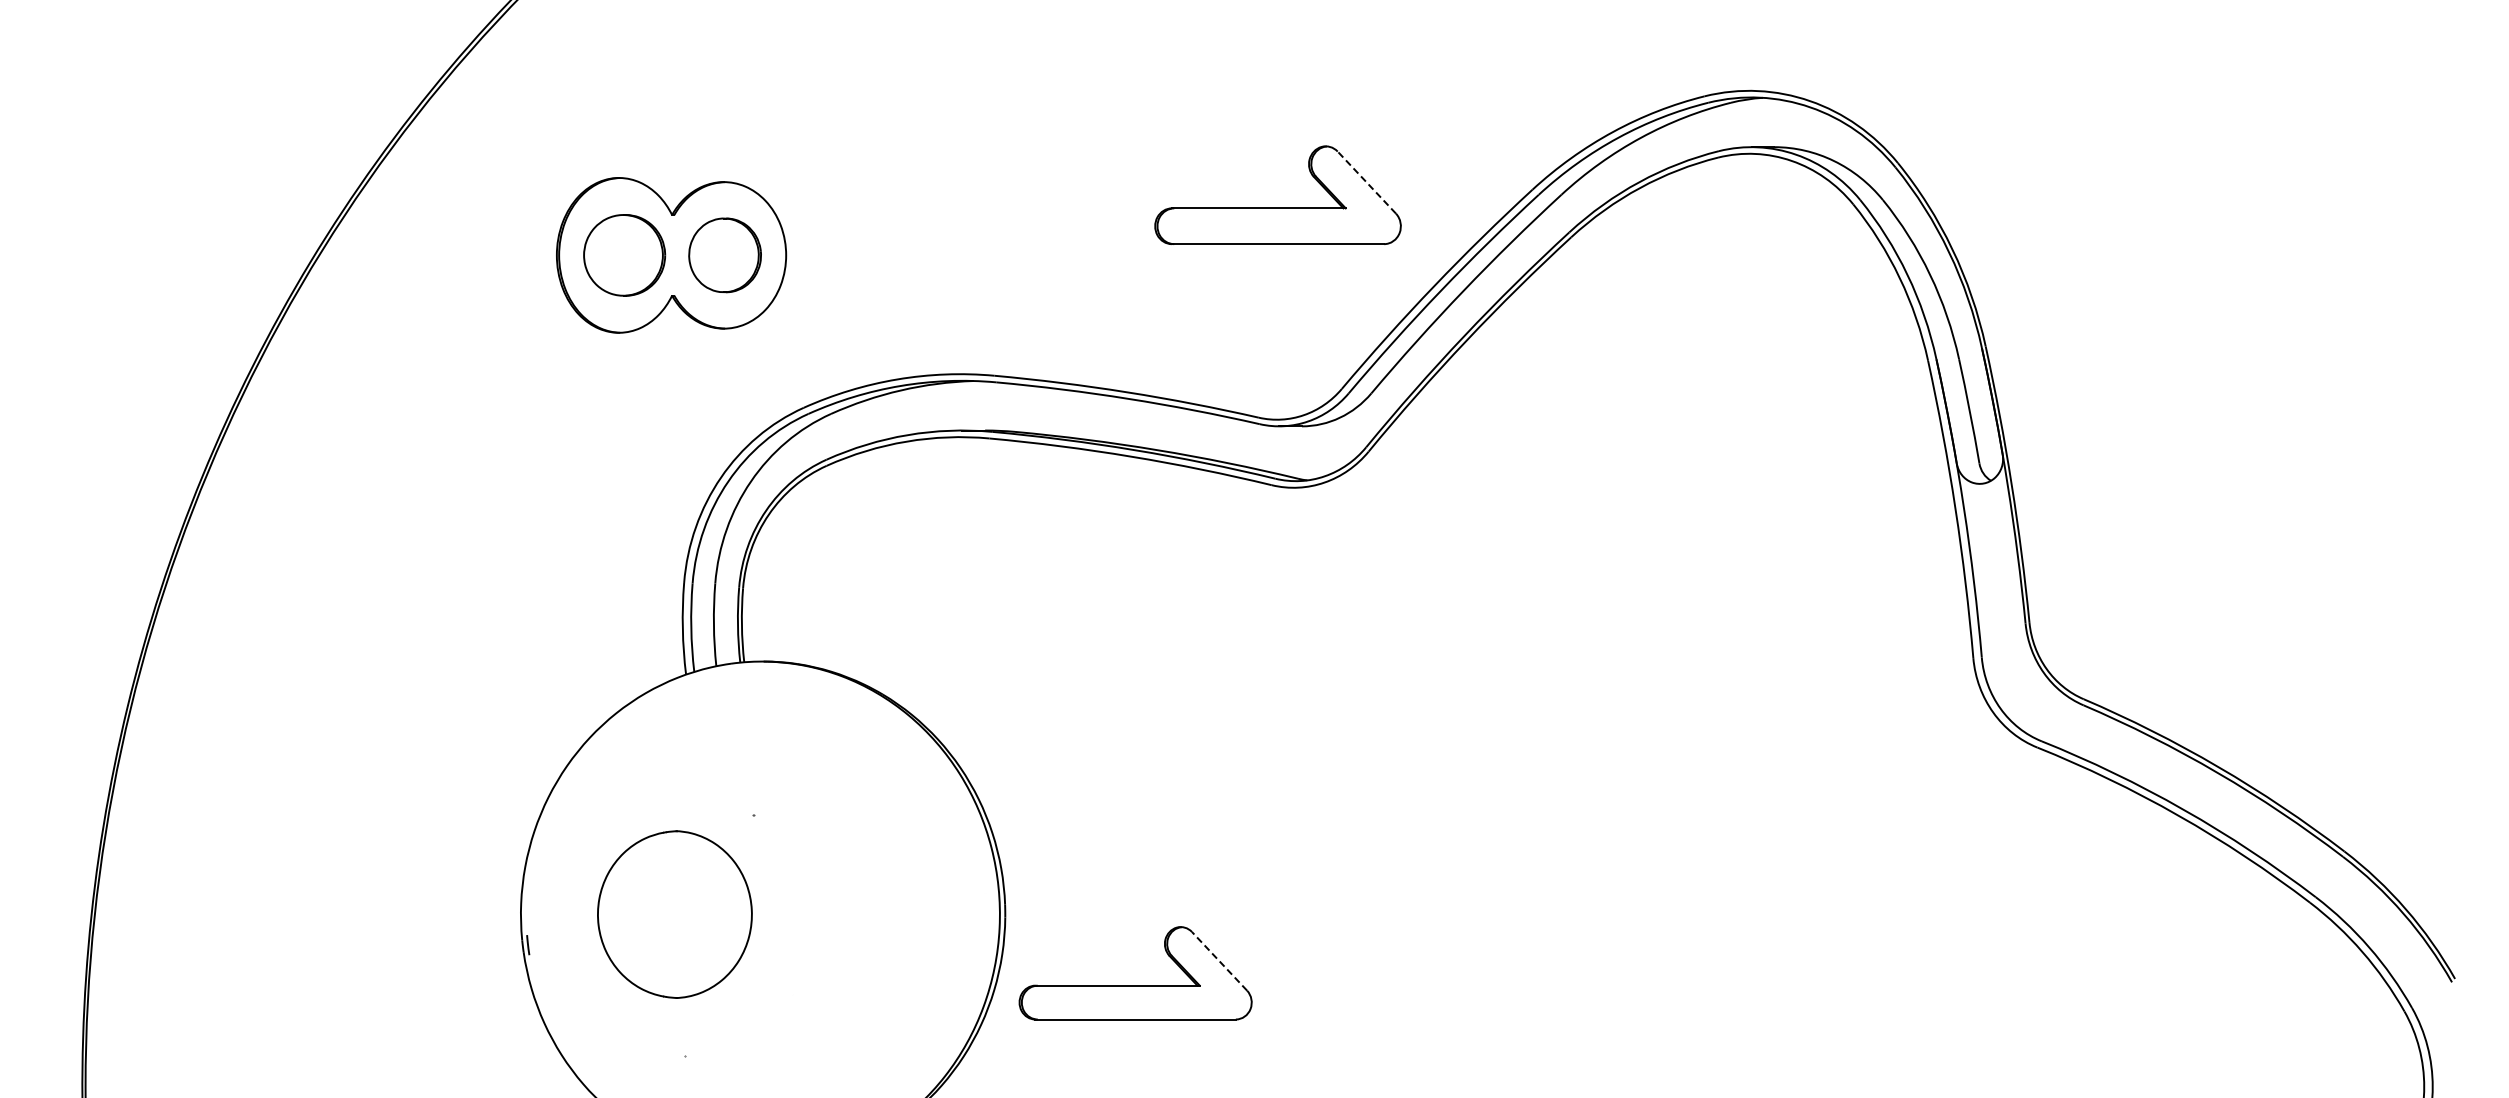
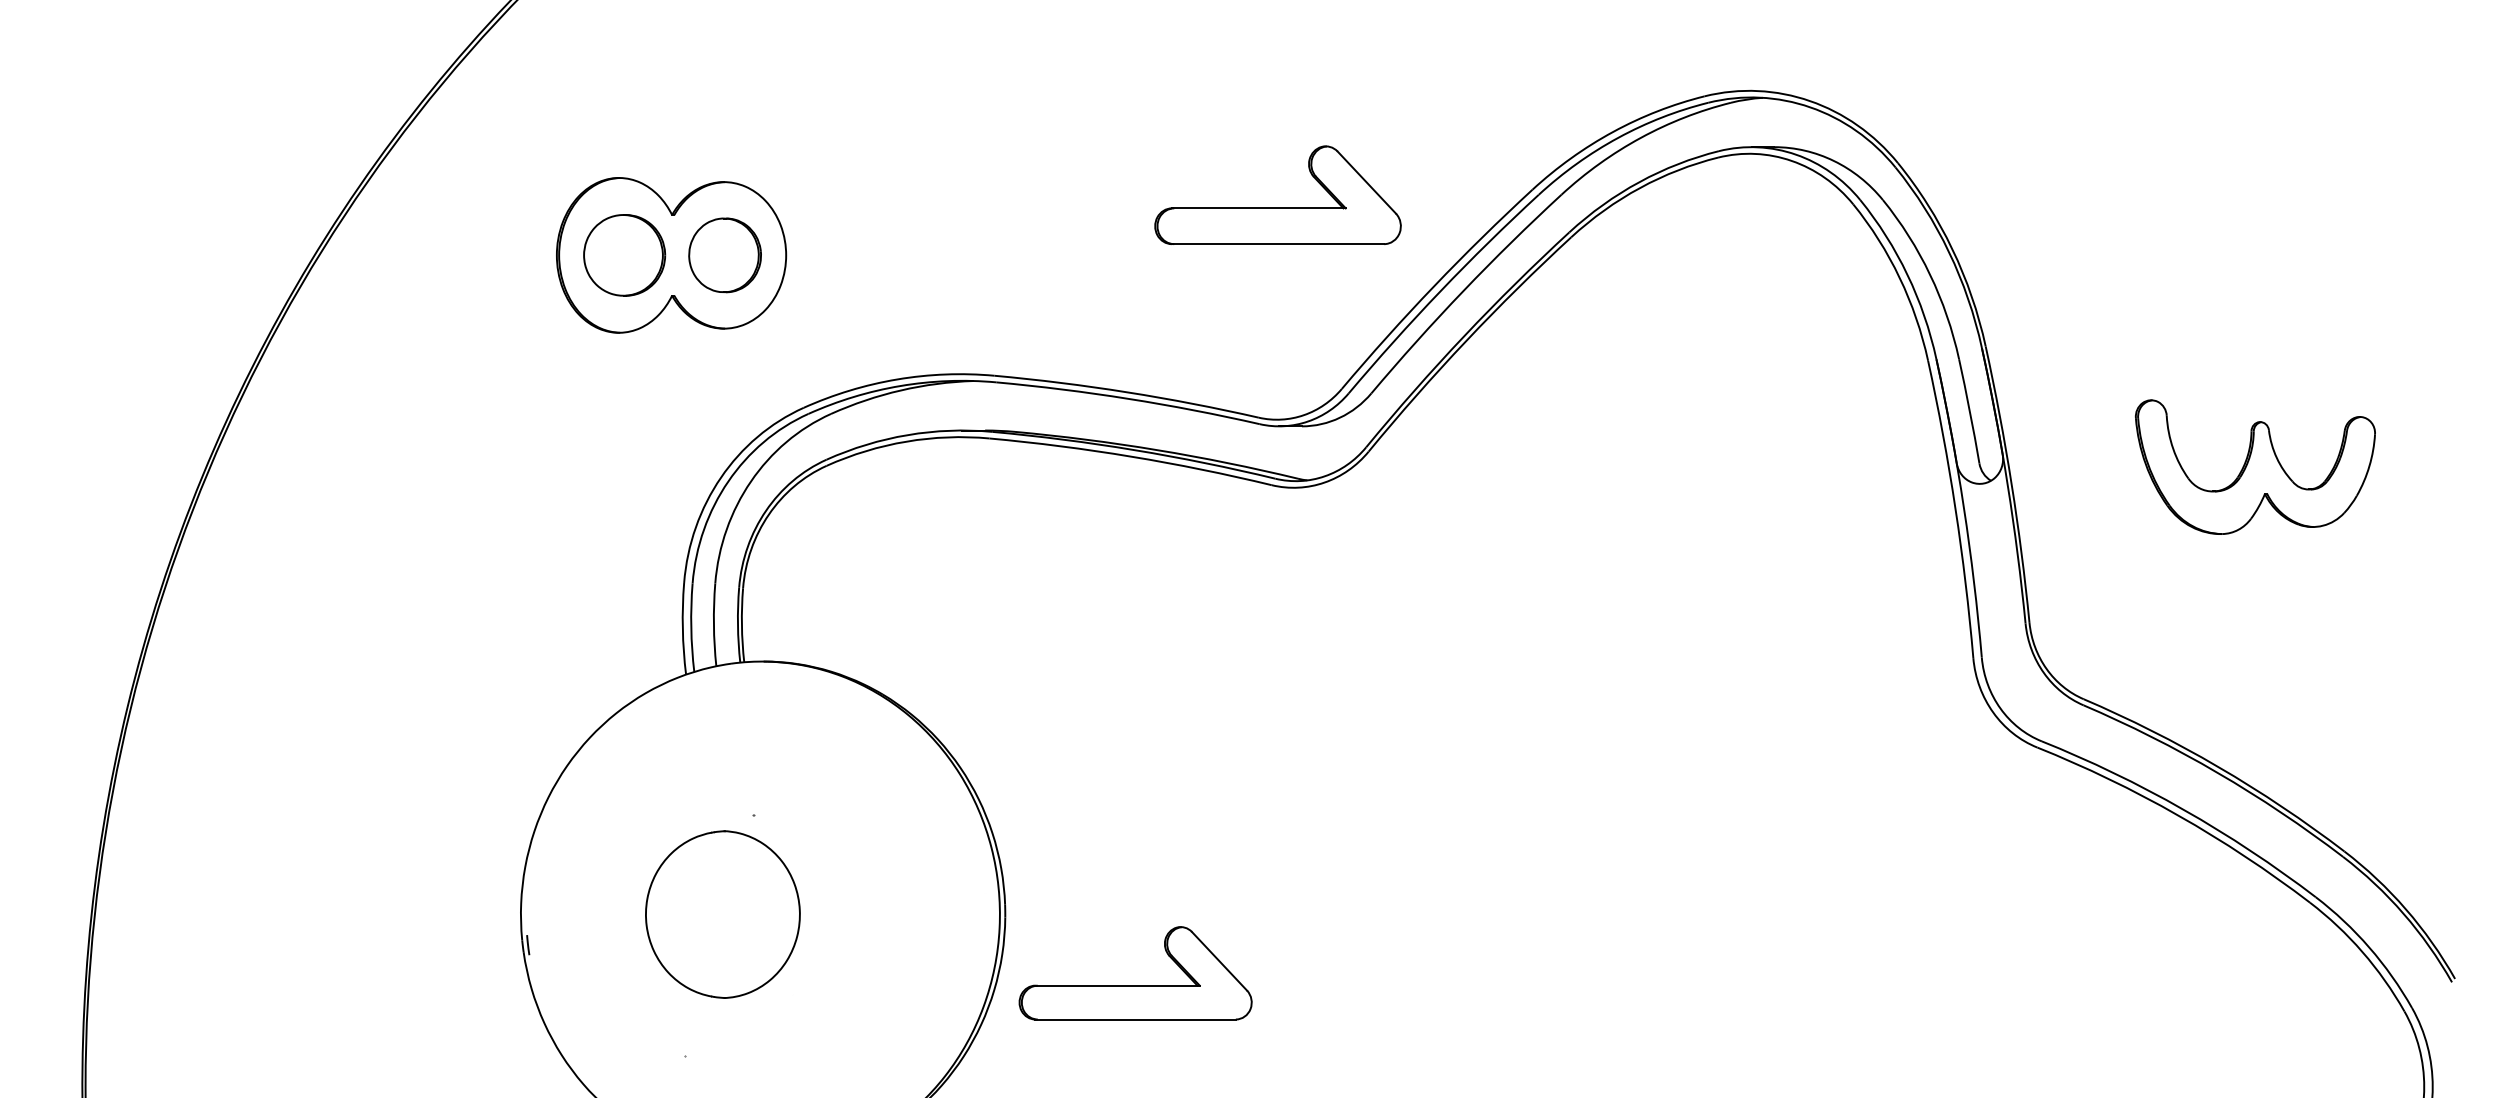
line at (1366, 182): dashed -> solid
part at (2254, 466): none -> present
part at (674, 914) position: (674, 914) -> (722, 914)
line at (1219, 960): dashed -> solid
